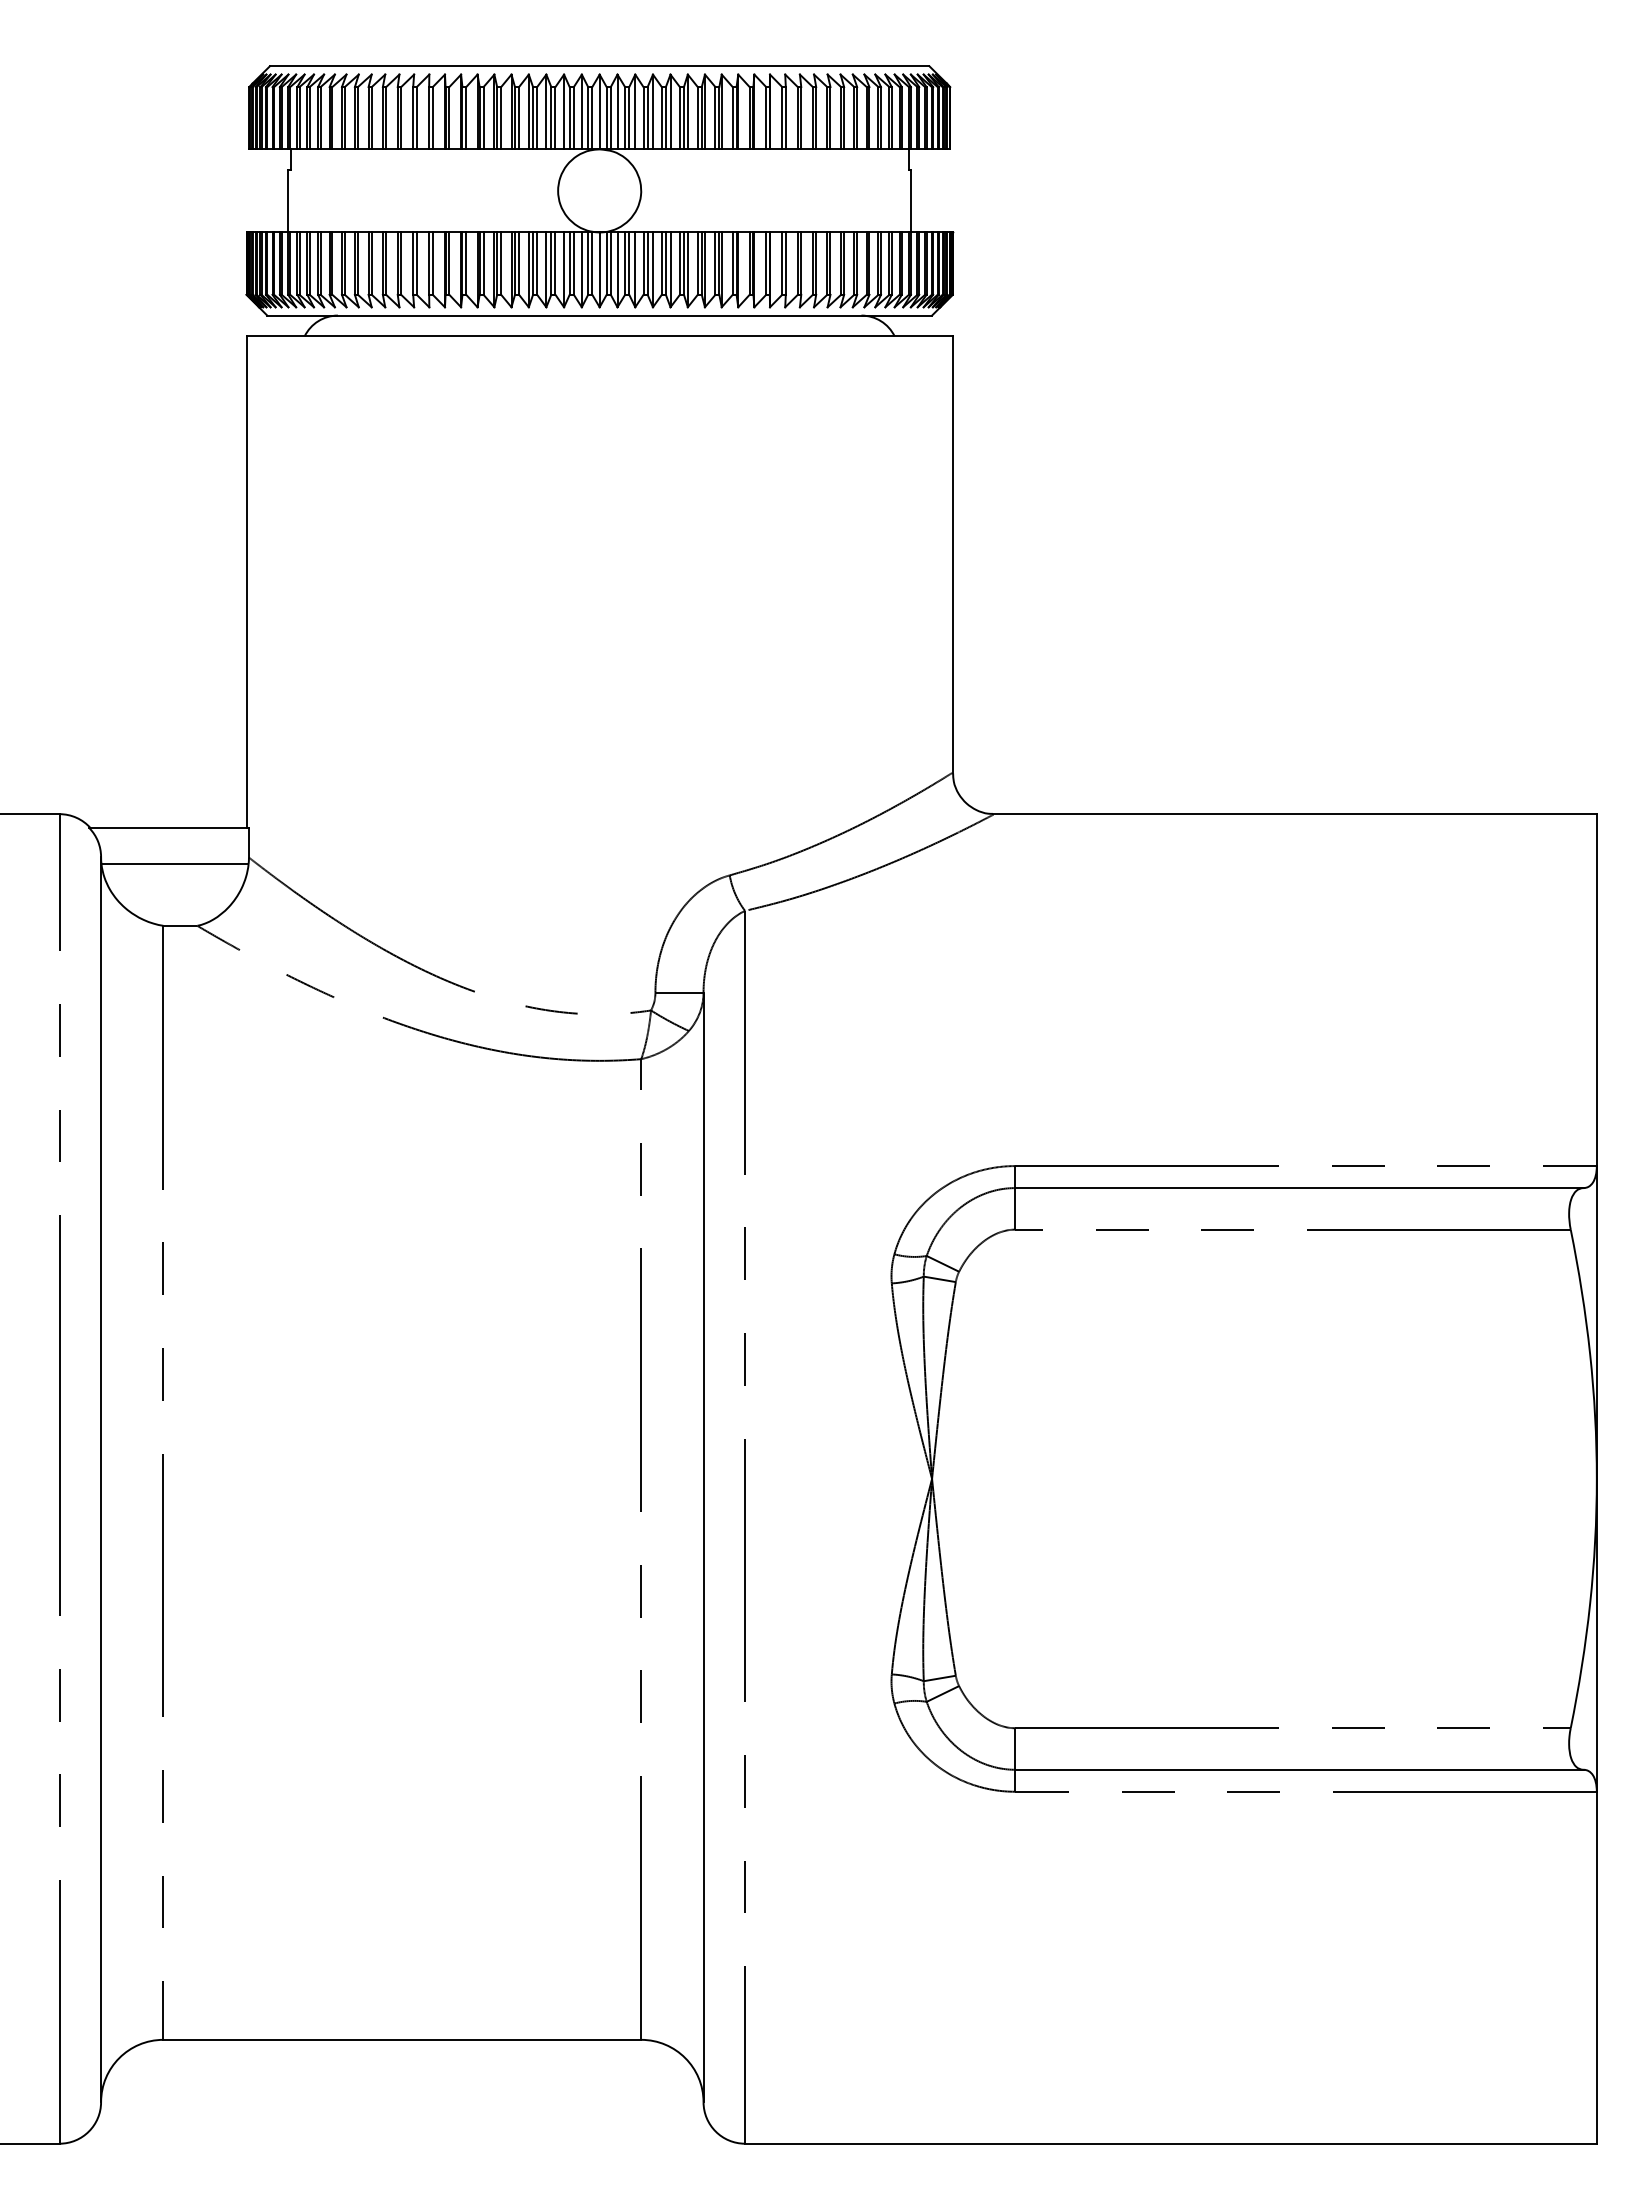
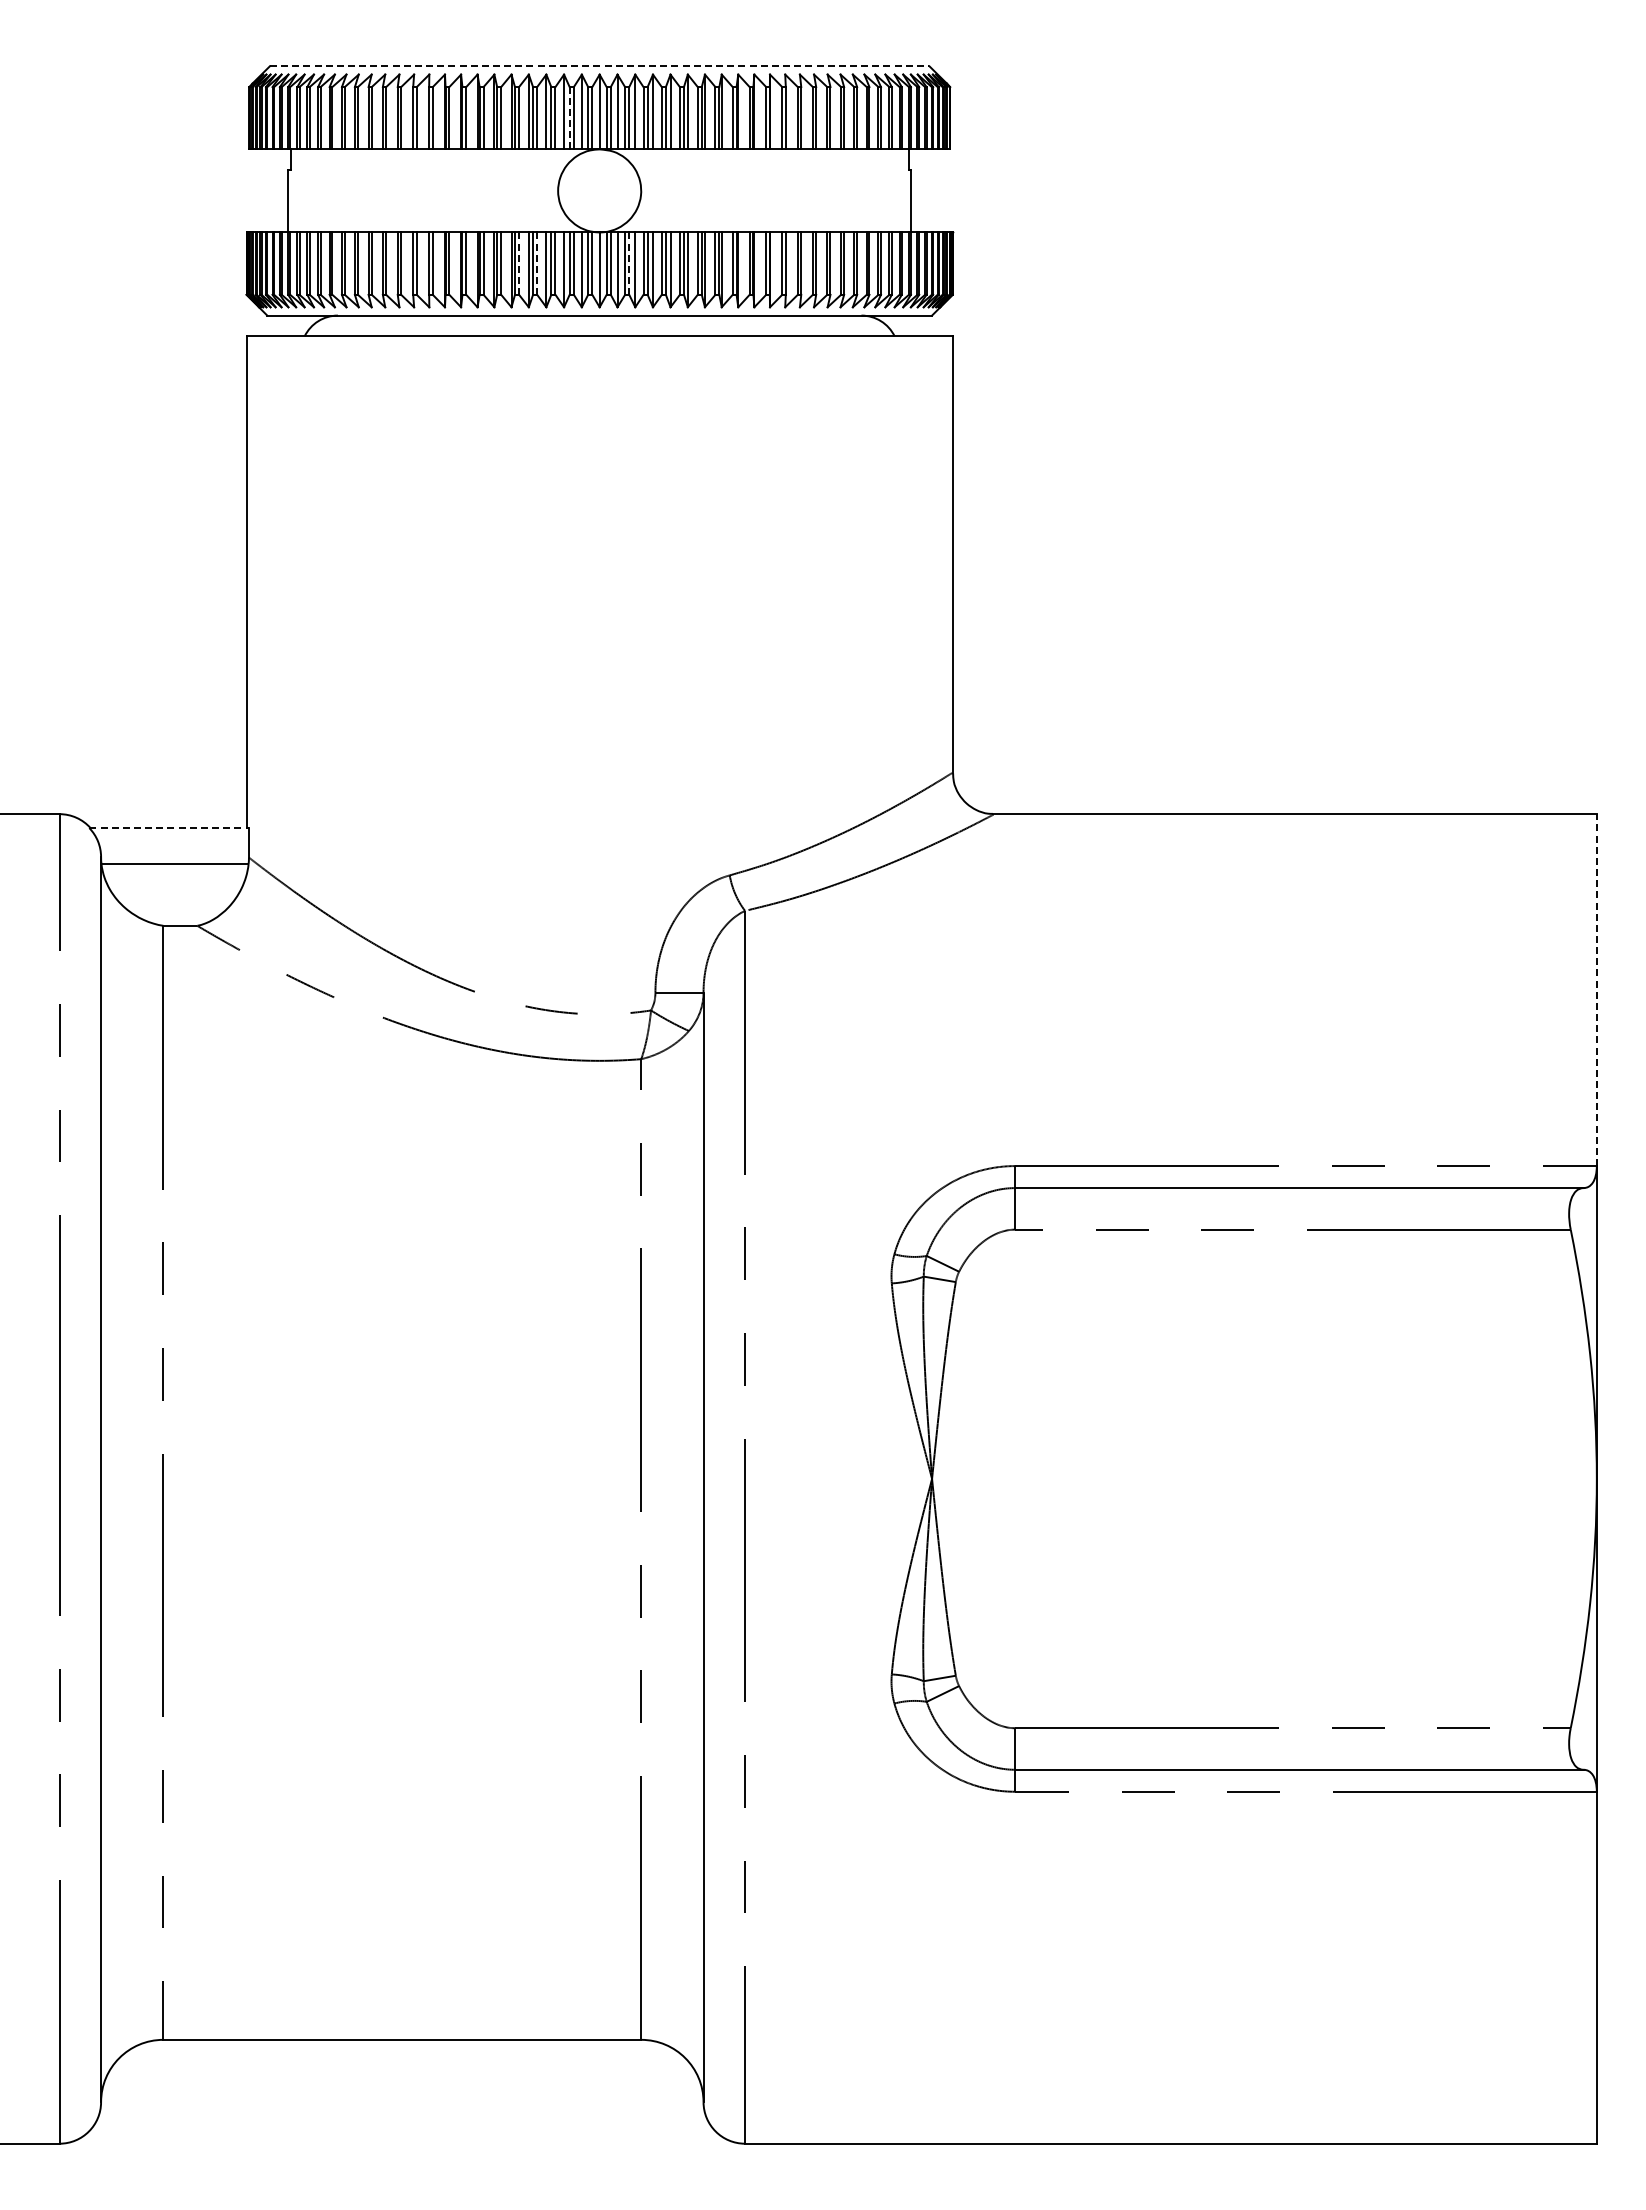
line at (599, 66): solid -> dashed
line at (569, 117): solid -> dashed
line at (519, 264): solid -> dashed
line at (537, 264): solid -> dashed
line at (629, 264): solid -> dashed
line at (169, 828): solid -> dashed
line at (1596, 990): solid -> dashed
